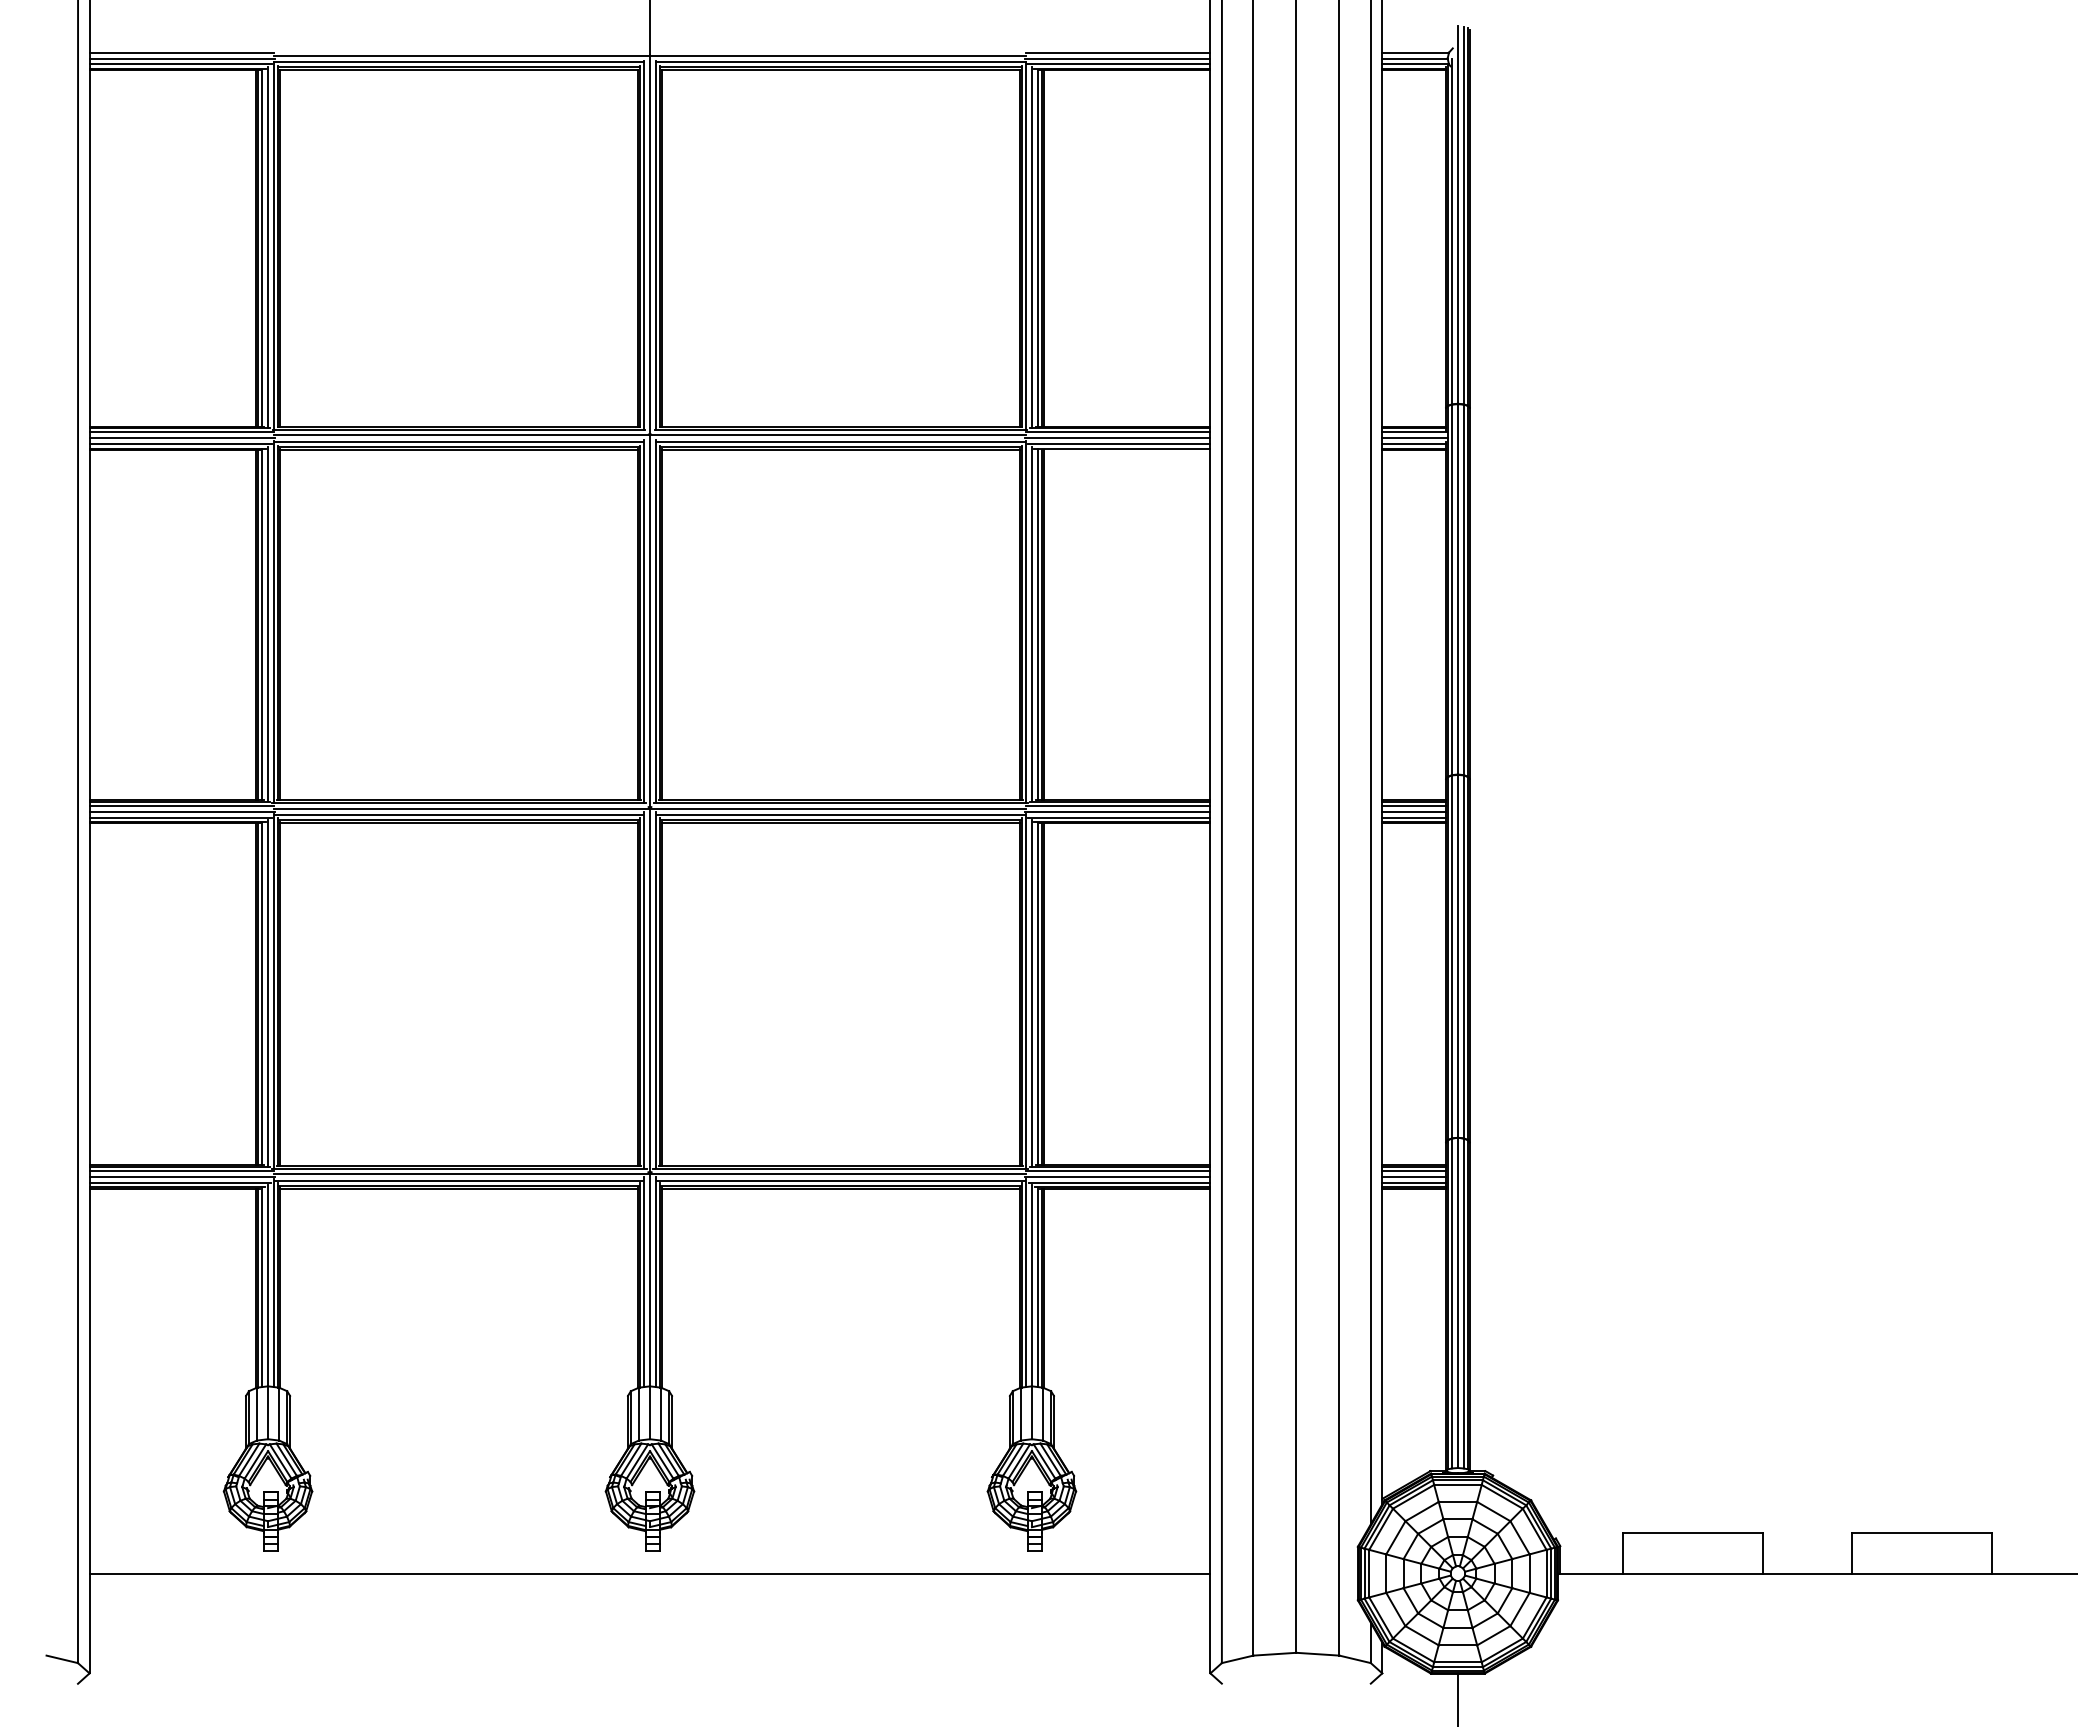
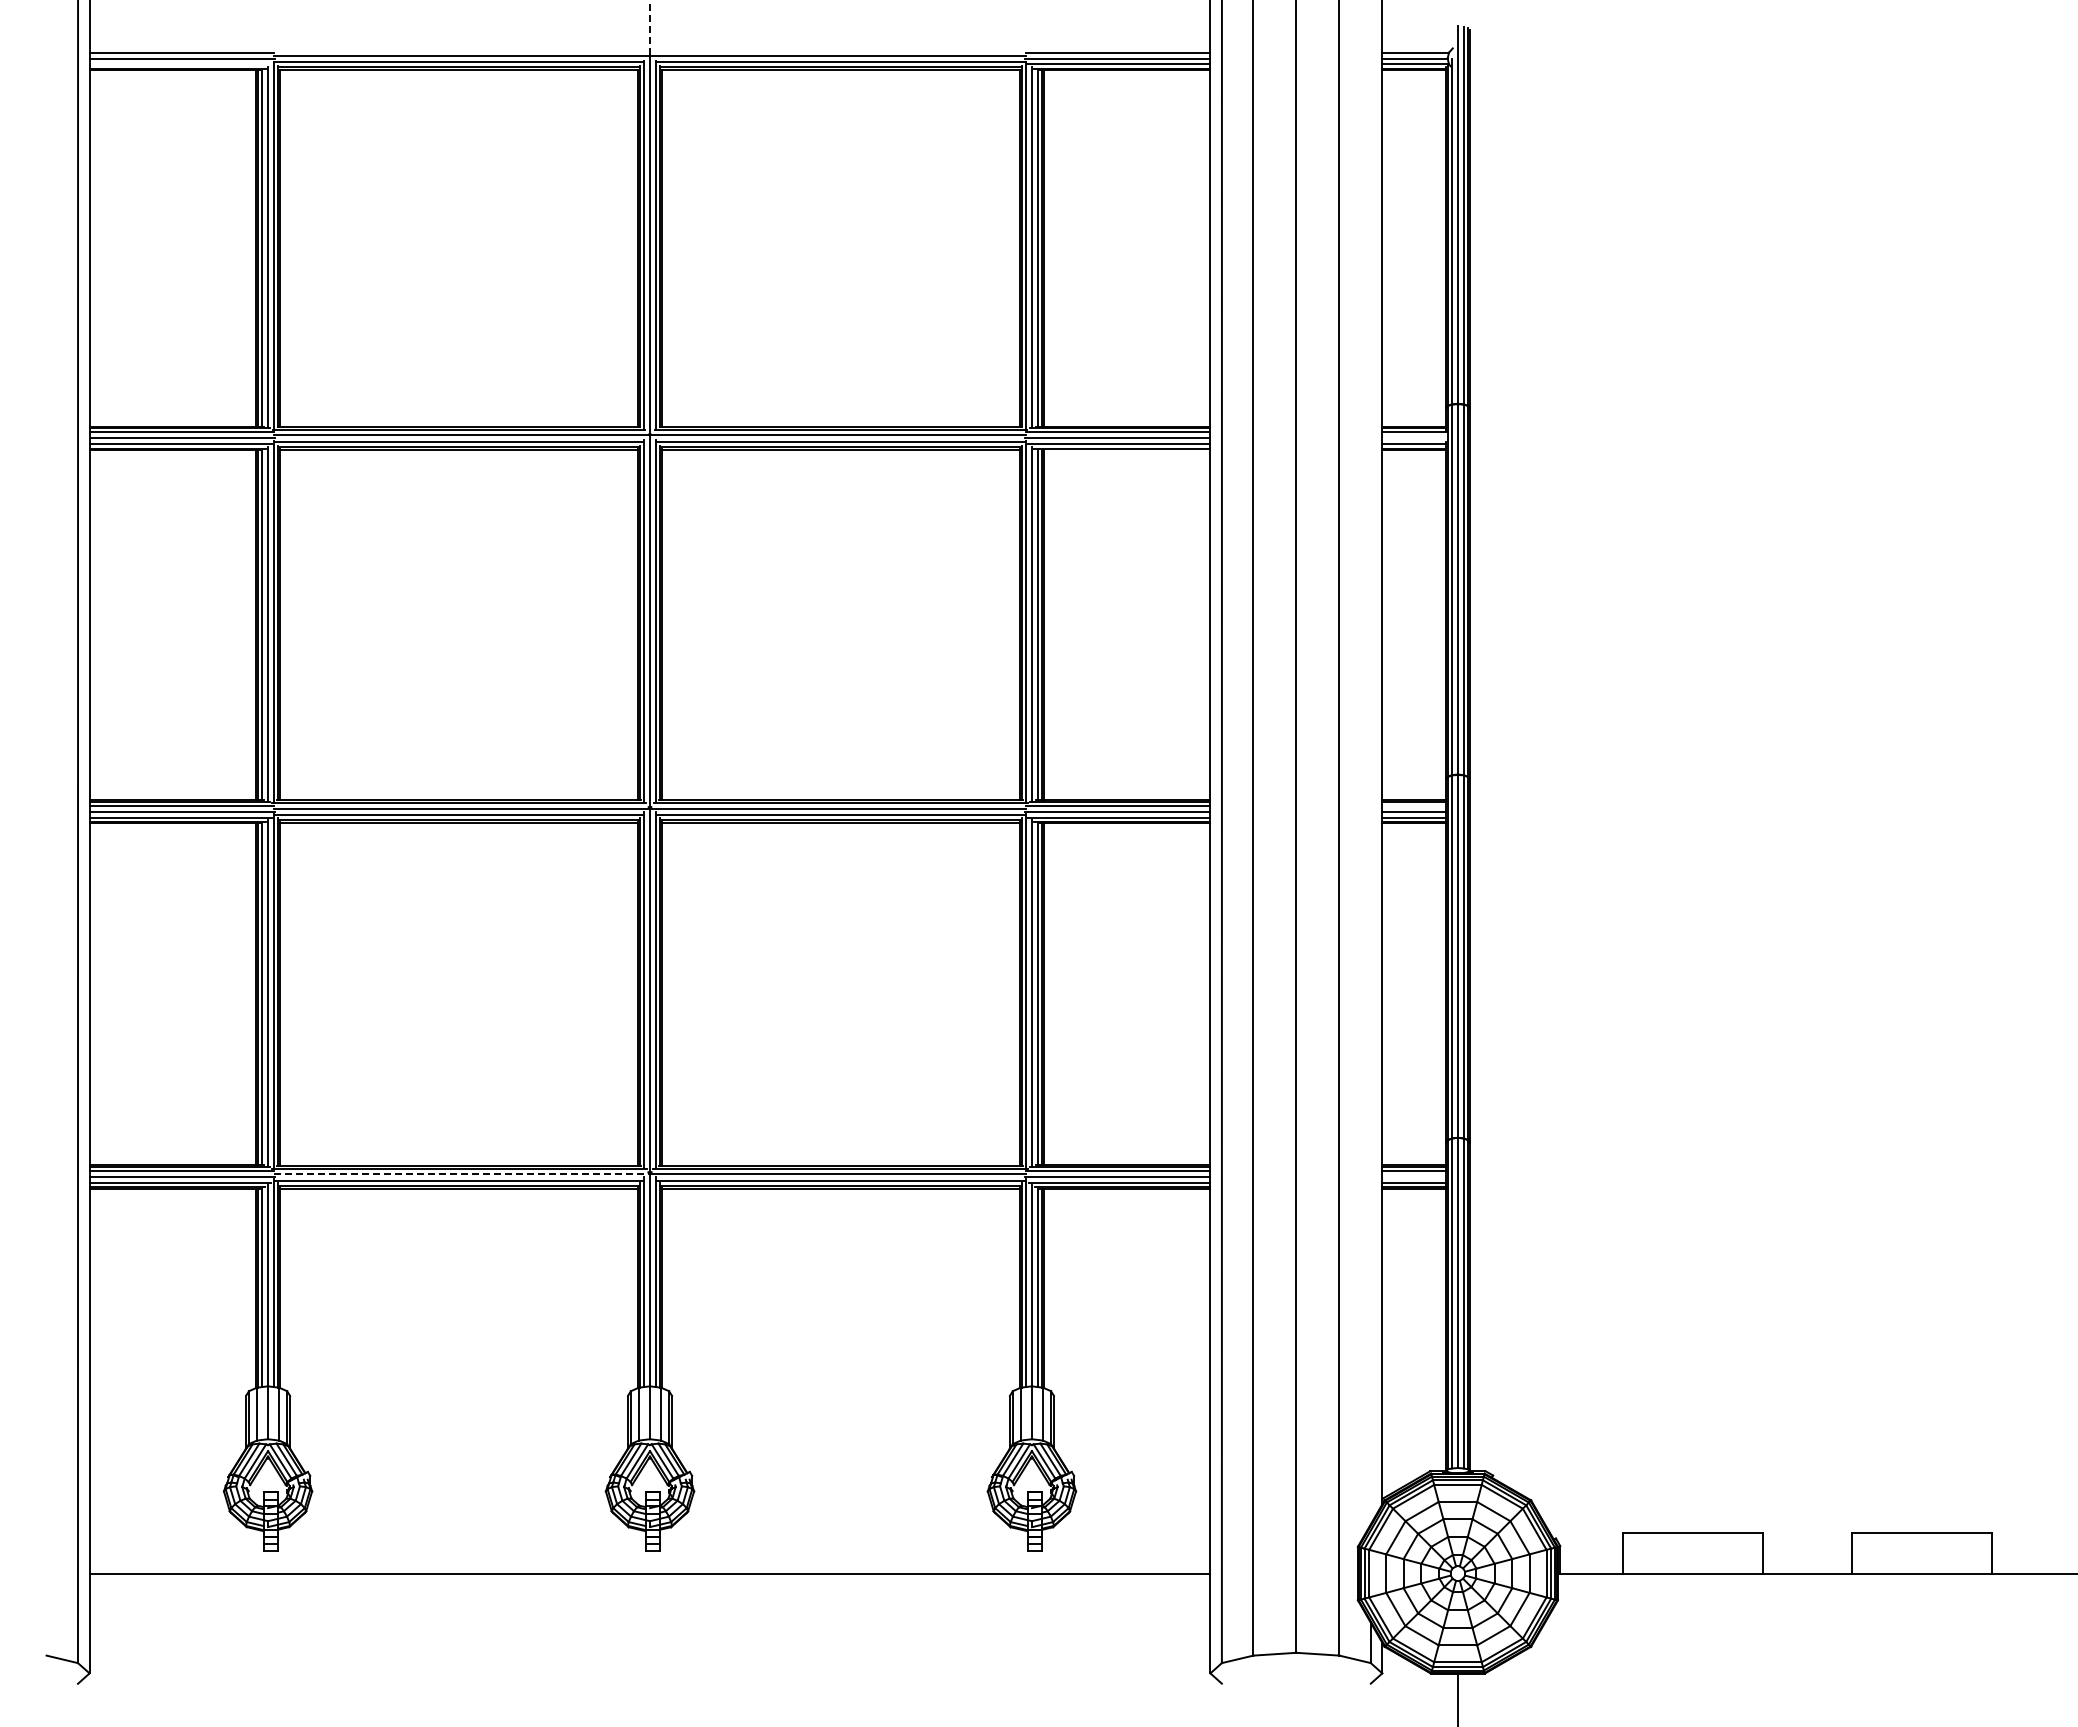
line at (650, 27): solid -> dashed
line at (180, 64): present -> none
line at (1414, 438): present -> none
line at (1370, 763): present -> none
line at (1414, 805): present -> none
line at (462, 1174): solid -> dashed
line at (1414, 1177): present -> none
